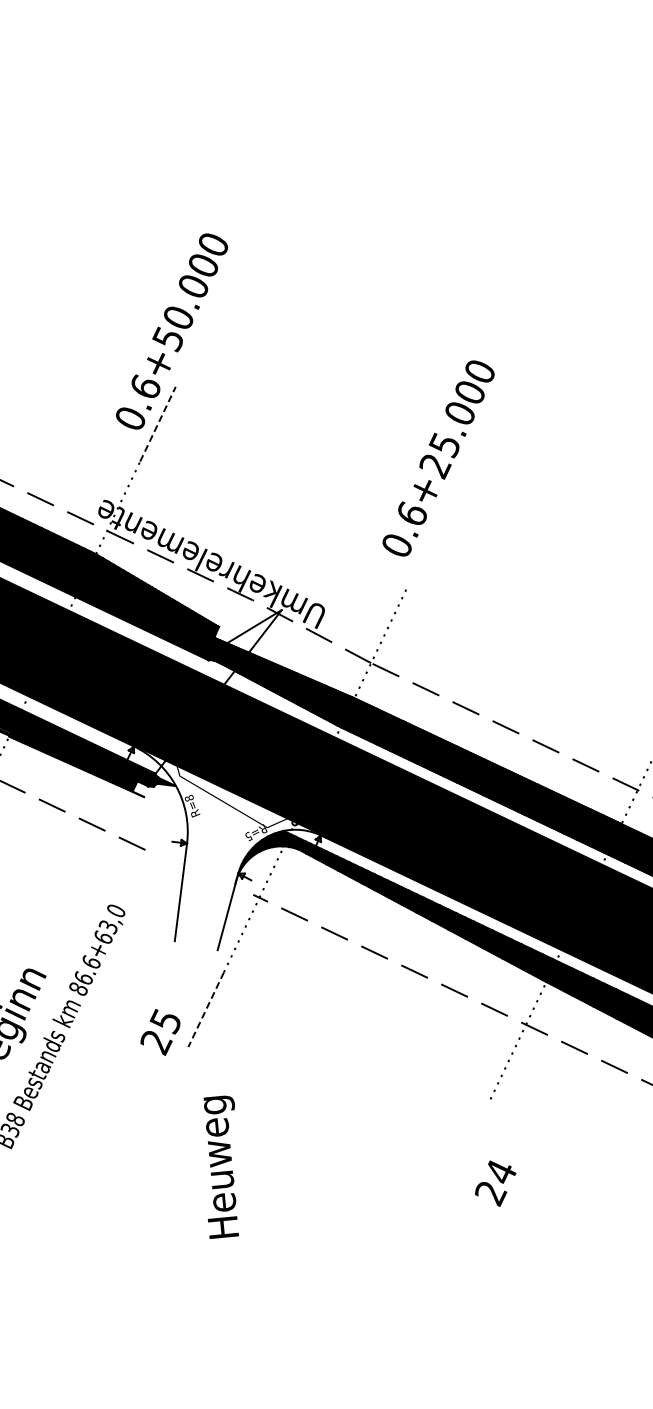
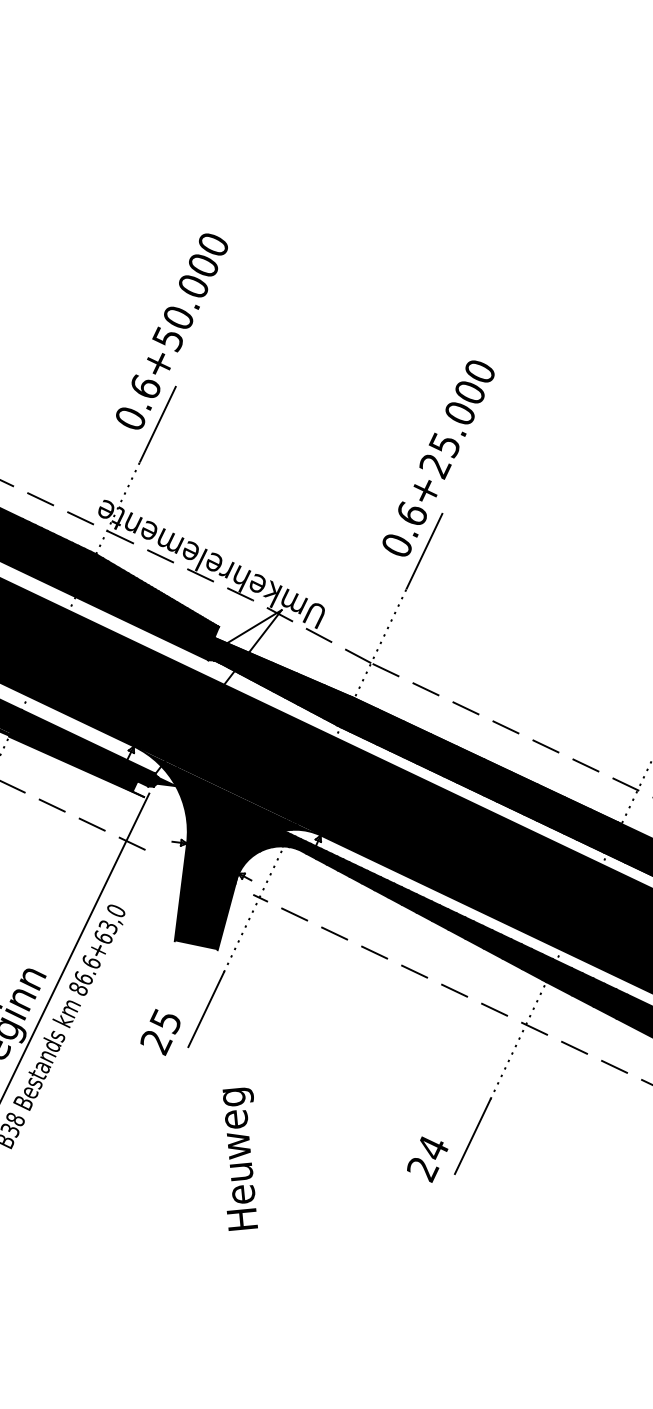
line at (158, 423): dashed -> solid
line at (424, 550): none -> present
fill at (229, 849): none -> present
line at (75, 945): none -> present
line at (205, 1010): dashed -> solid
line at (472, 1136): none -> present
text at (220, 1166) position: (220, 1166) -> (239, 1158)
text at (495, 1183) position: (495, 1183) -> (427, 1159)
